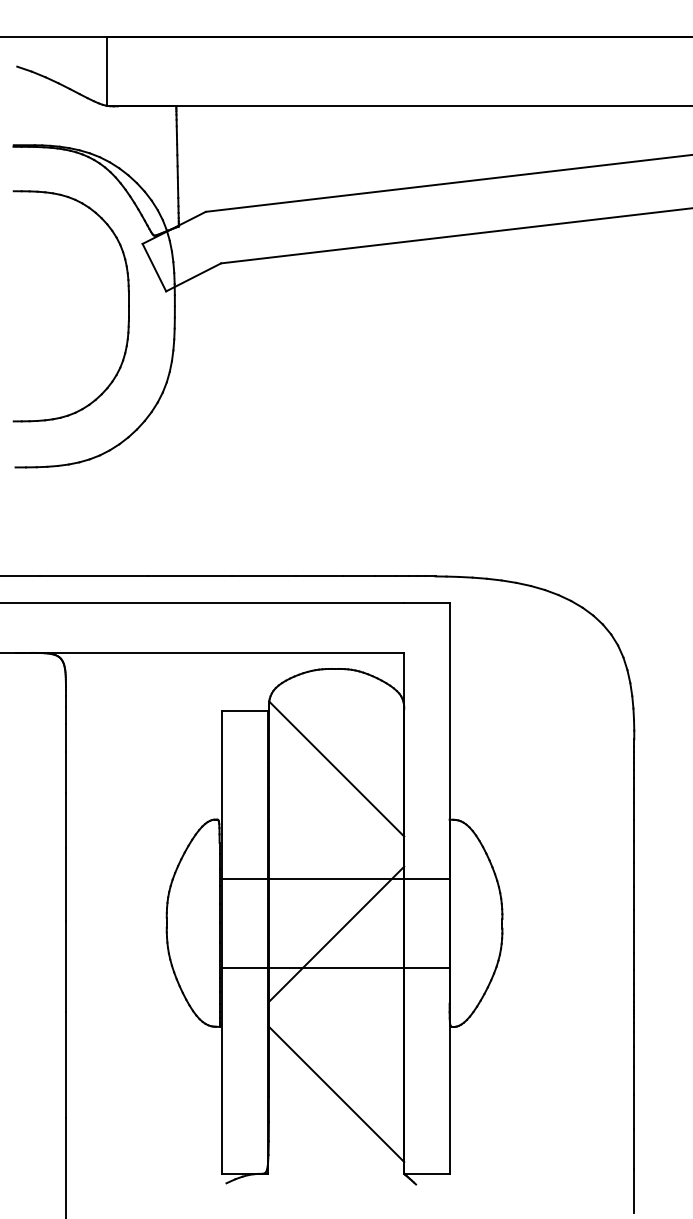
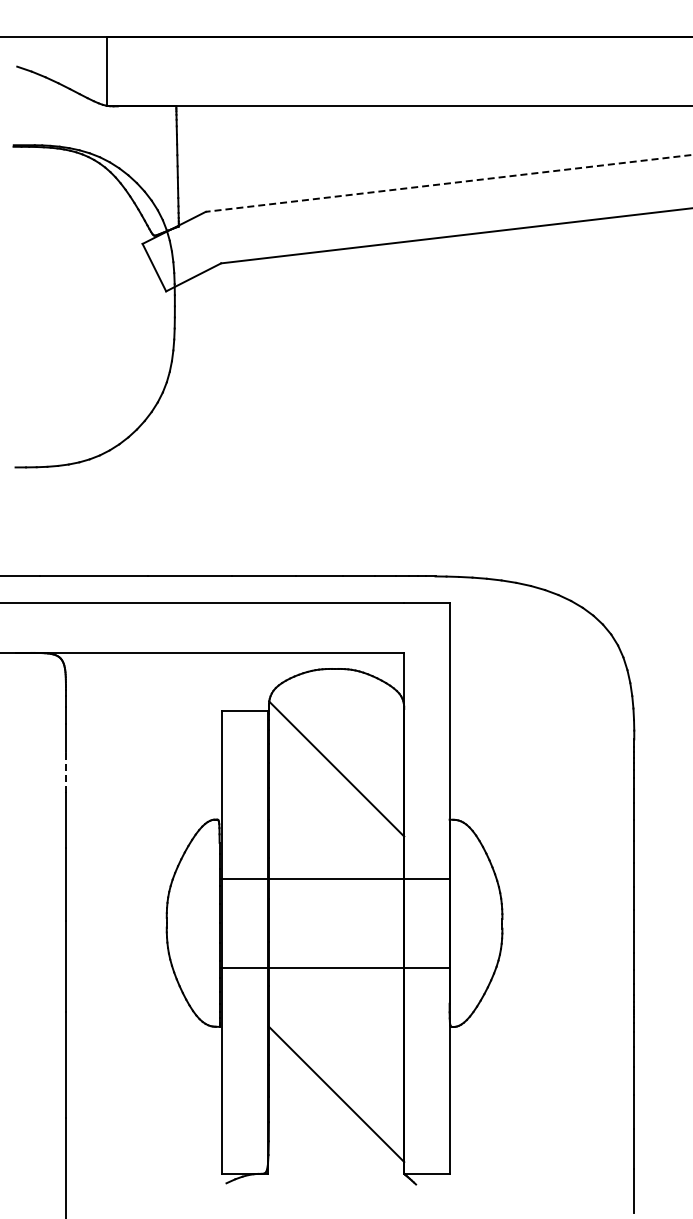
line at (449, 183): solid -> dashed
part at (128, 306): present -> none
line at (65, 772): solid -> dashed
line at (336, 933): present -> none
